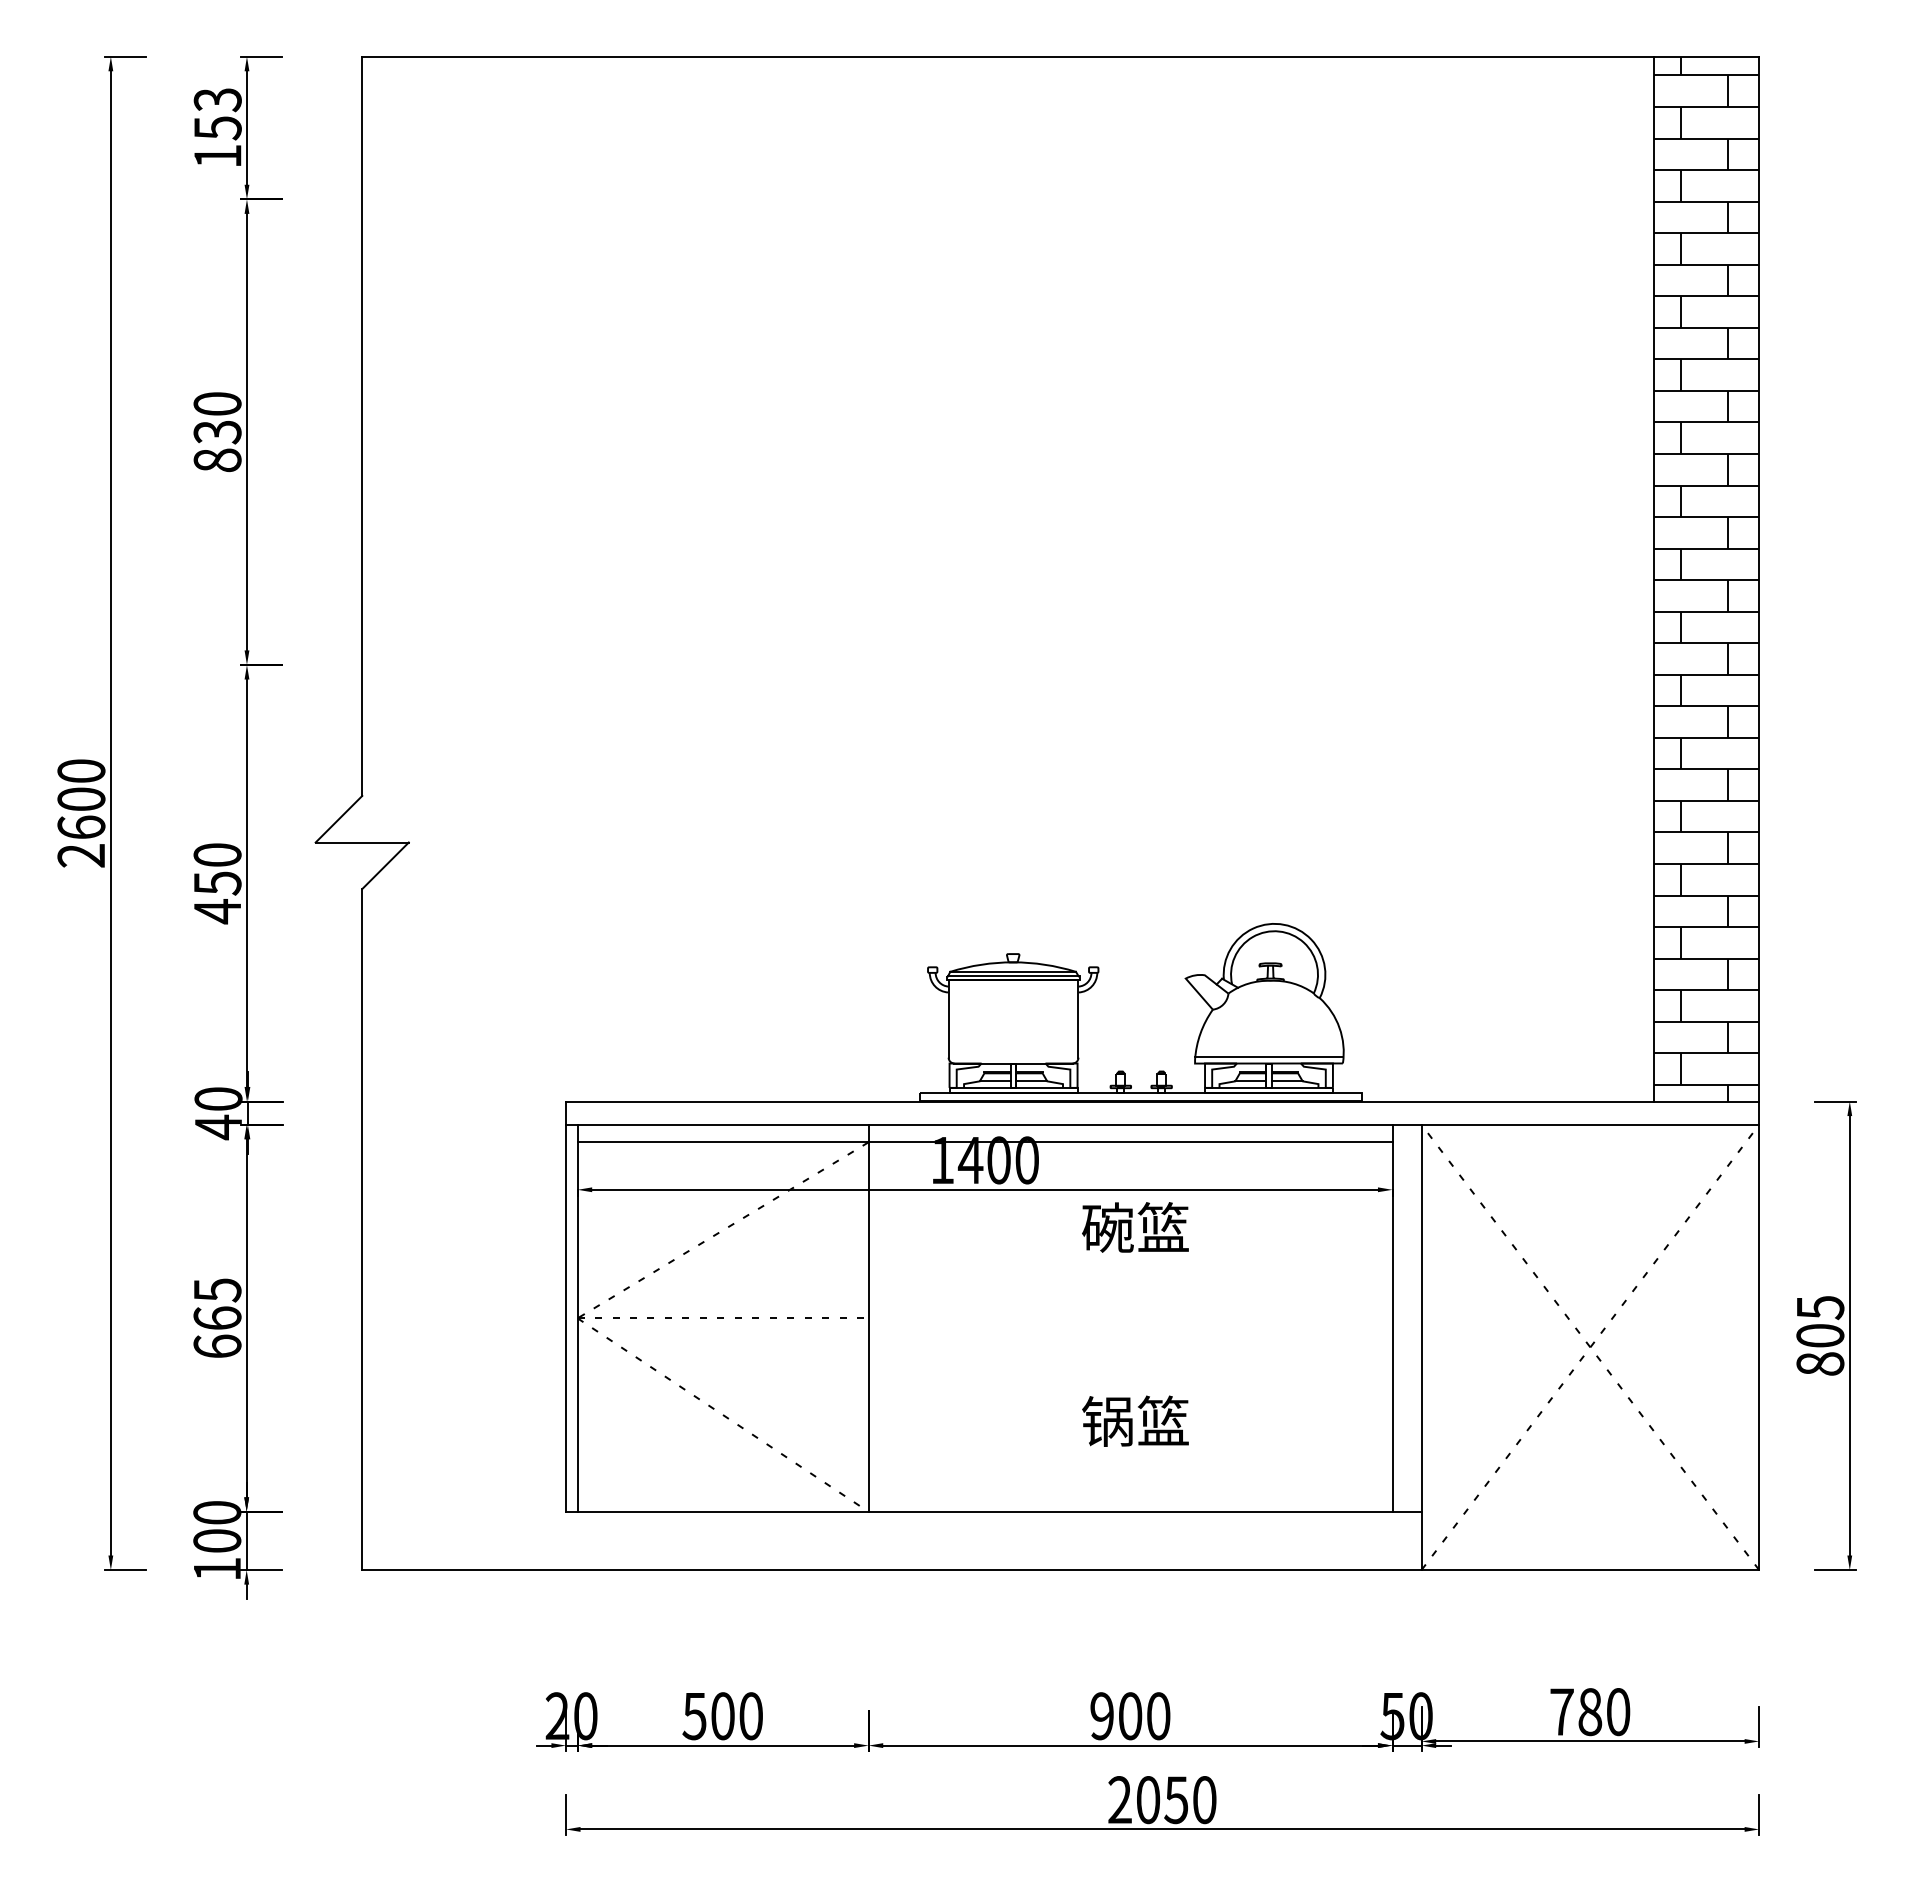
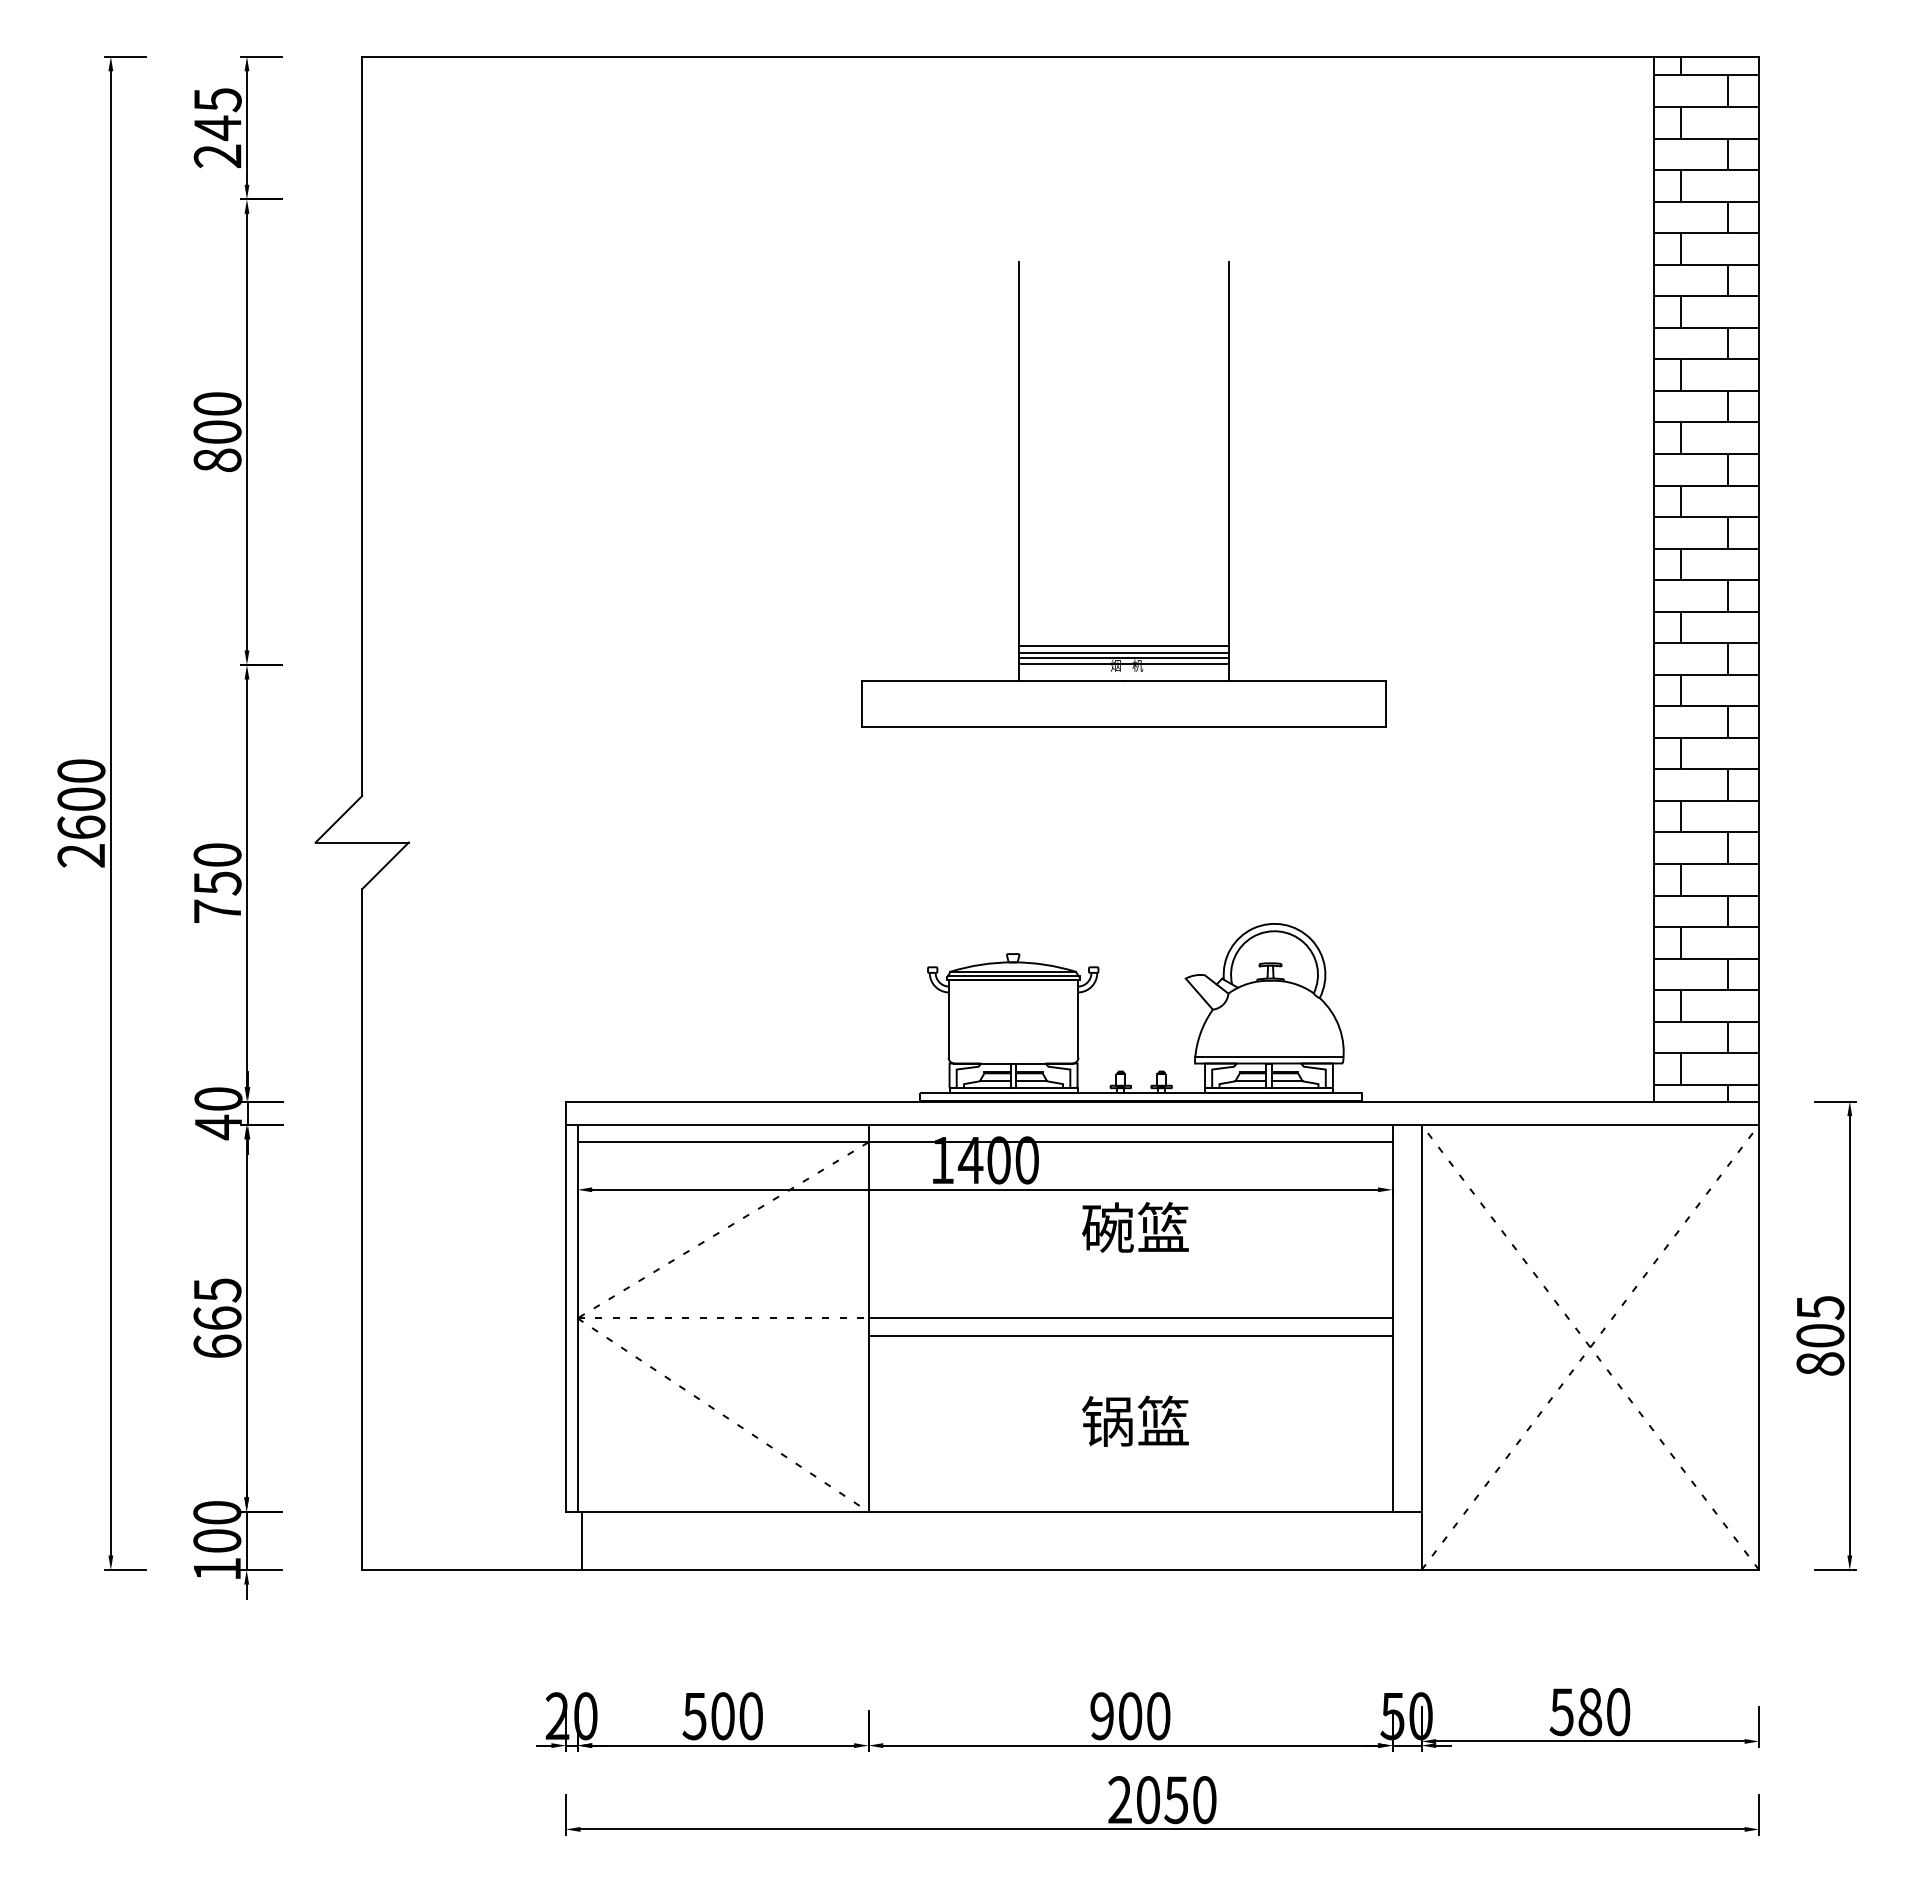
text at (217, 128): 153 -> 245
text at (217, 432): 830 -> 800
part at (1019, 494): none -> present
text at (217, 911): 450 -> 750
line at (1130, 1318): none -> present
line at (1130, 1335): none -> present
line at (581, 1540): none -> present
text at (1561, 1712): 780 -> 580
